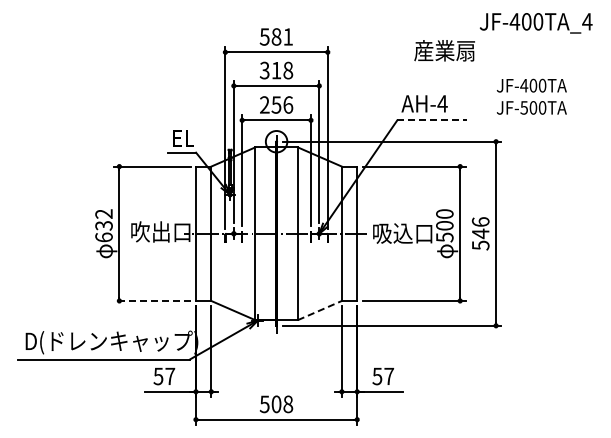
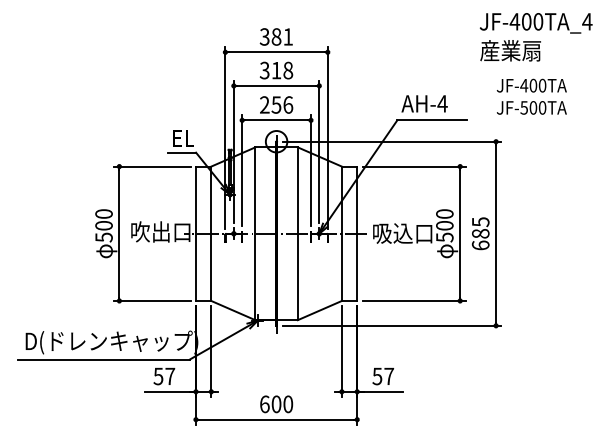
text at (264, 36): 581 -> 381
text at (444, 50) position: (444, 50) -> (510, 50)
line at (432, 120): dashed -> solid
text at (103, 225): 632 -> 500
text at (480, 233): 546 -> 685
line at (151, 300): dashed -> solid
line at (320, 310): dashed -> solid
text at (276, 404): 508 -> 600
